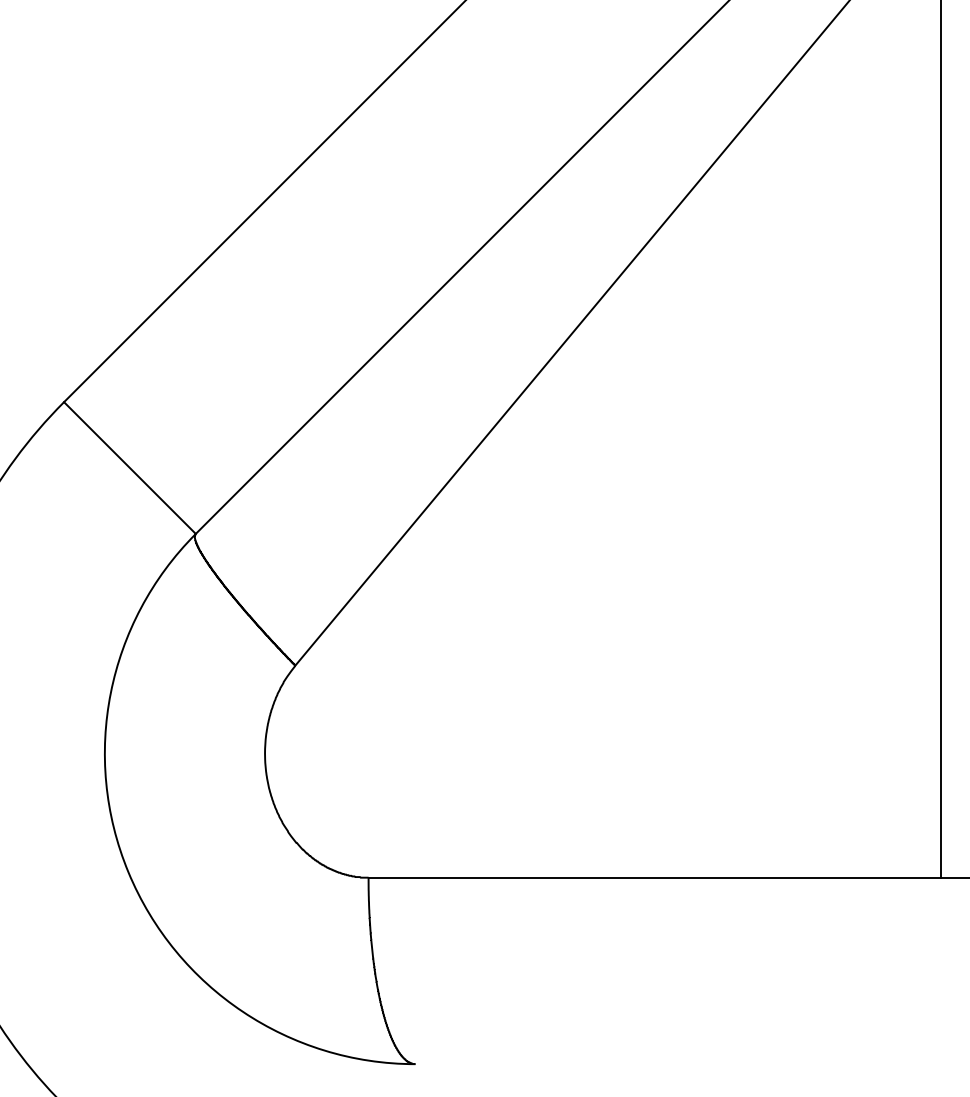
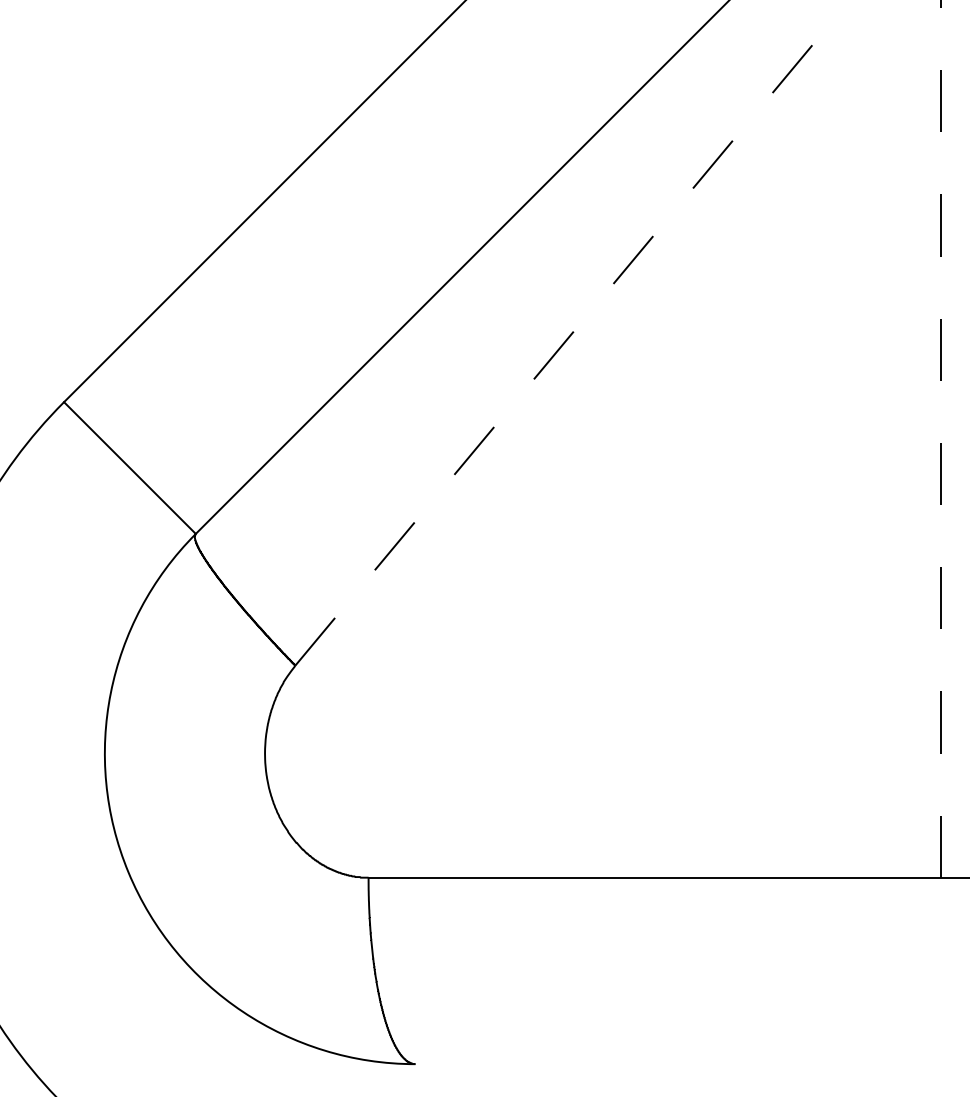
line at (572, 333): solid -> dashed
line at (941, 438): solid -> dashed
